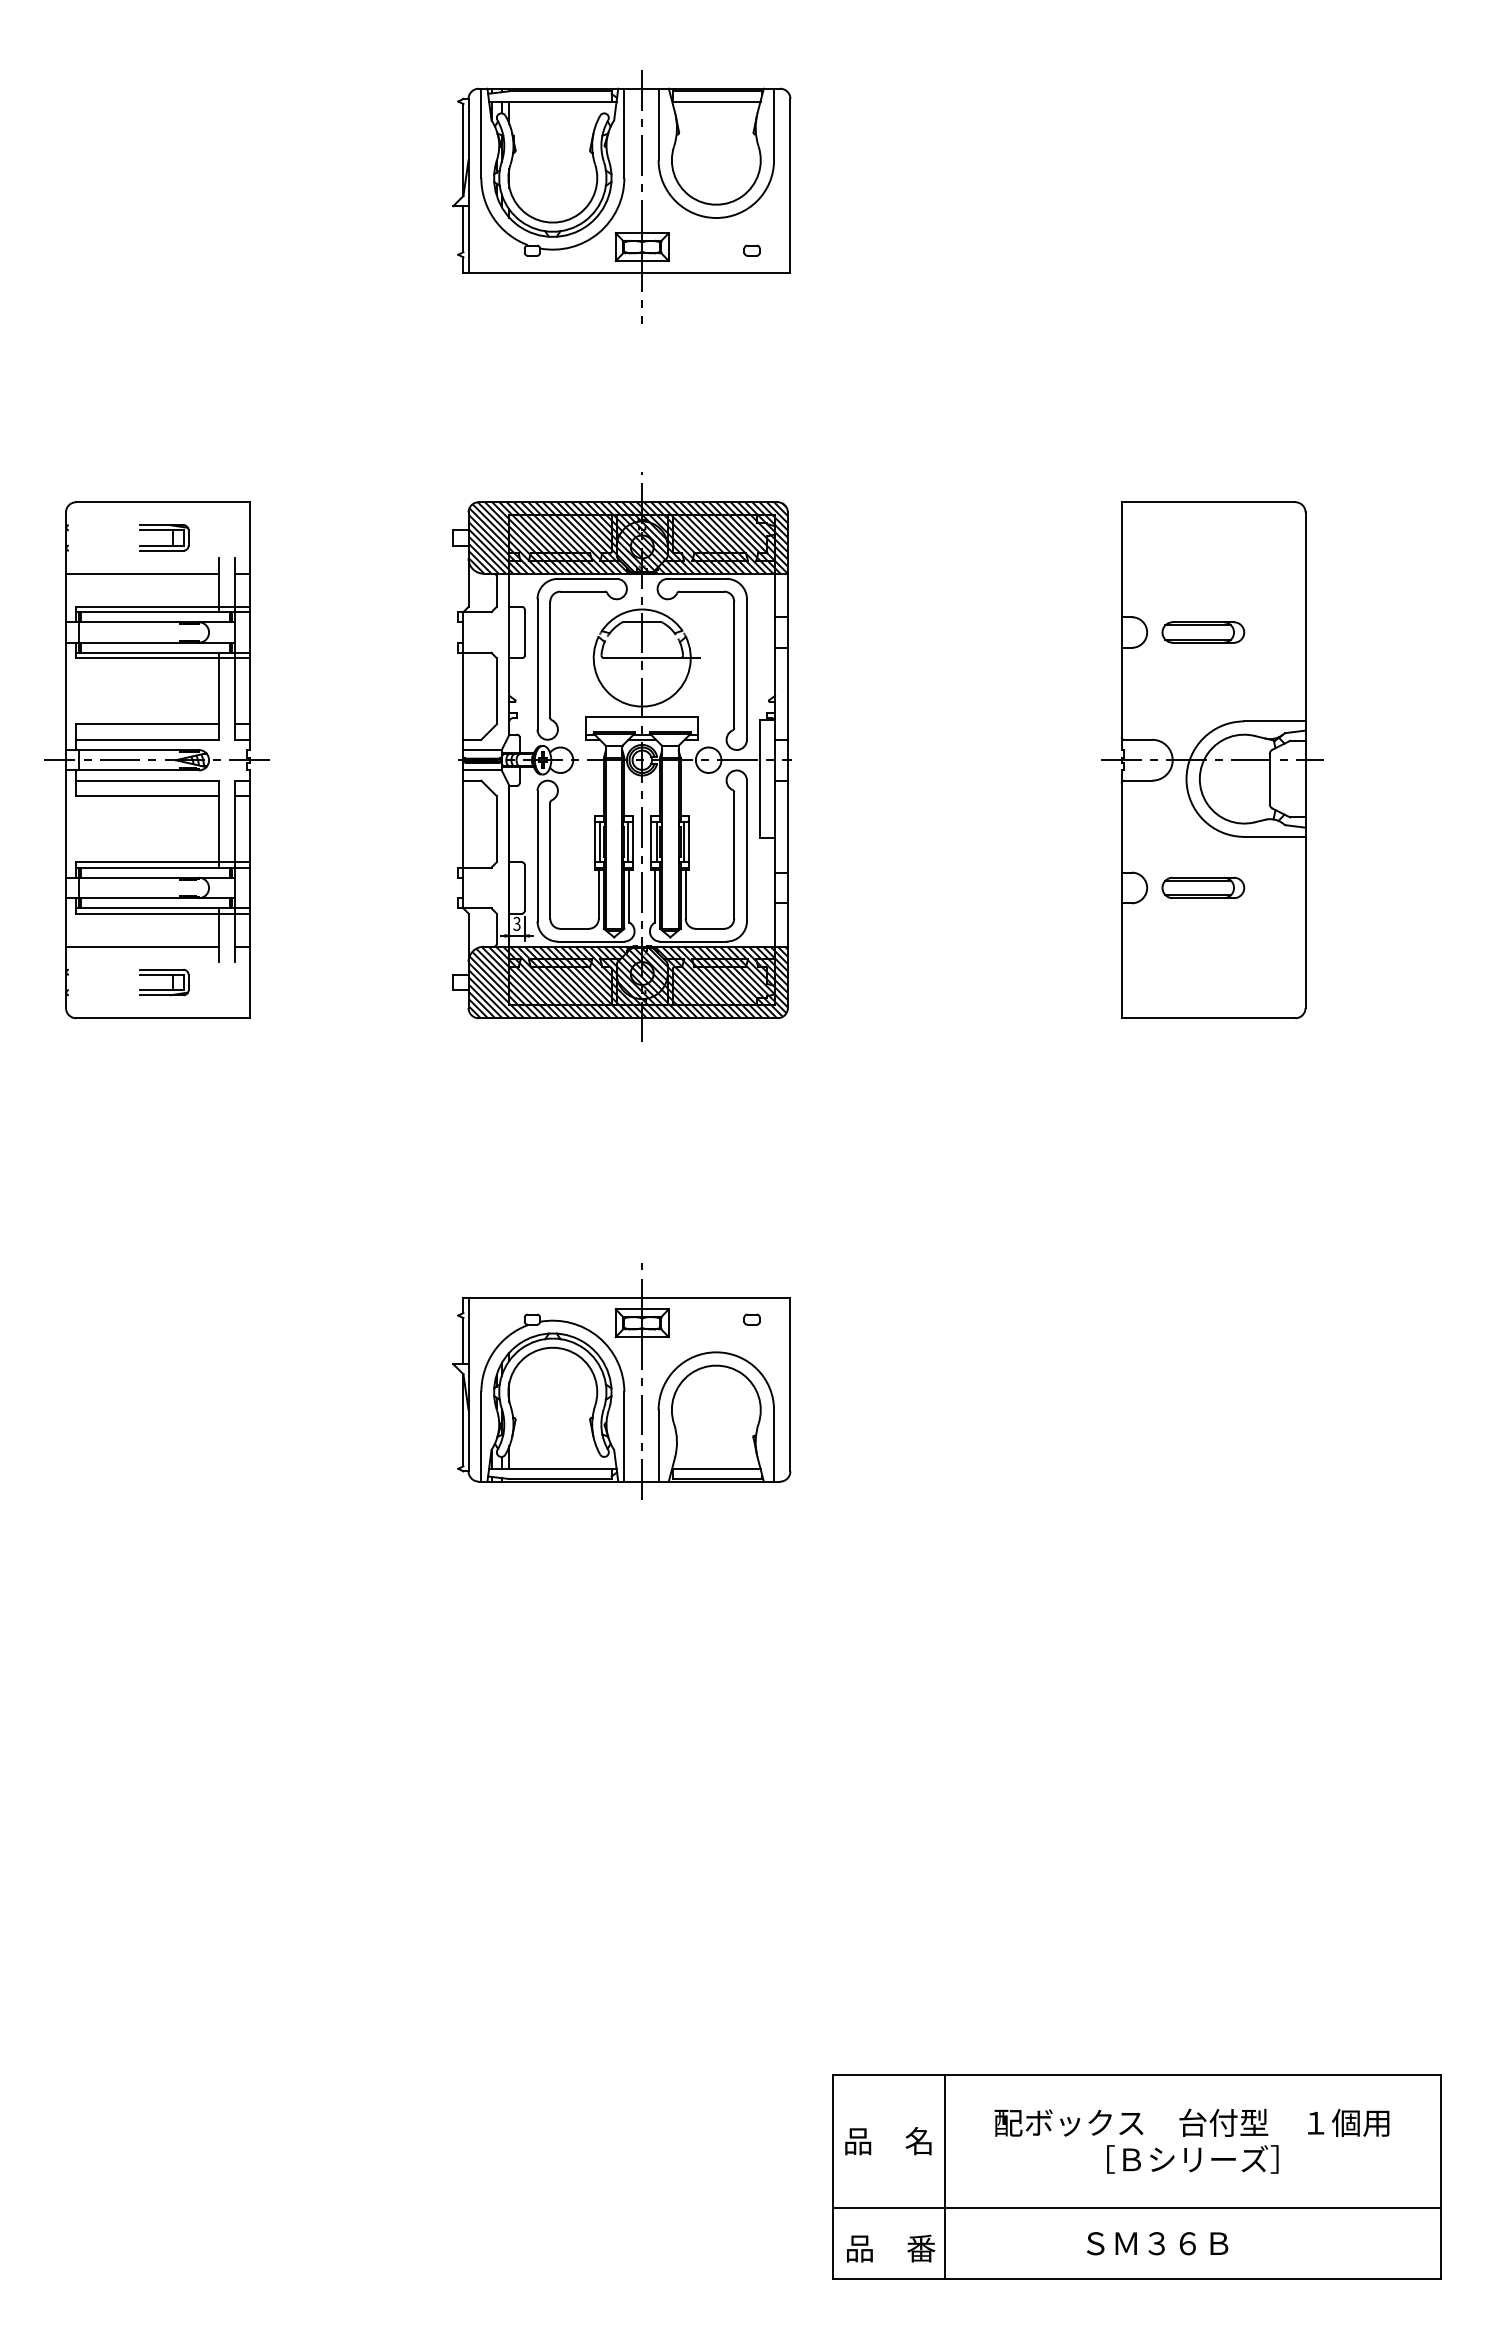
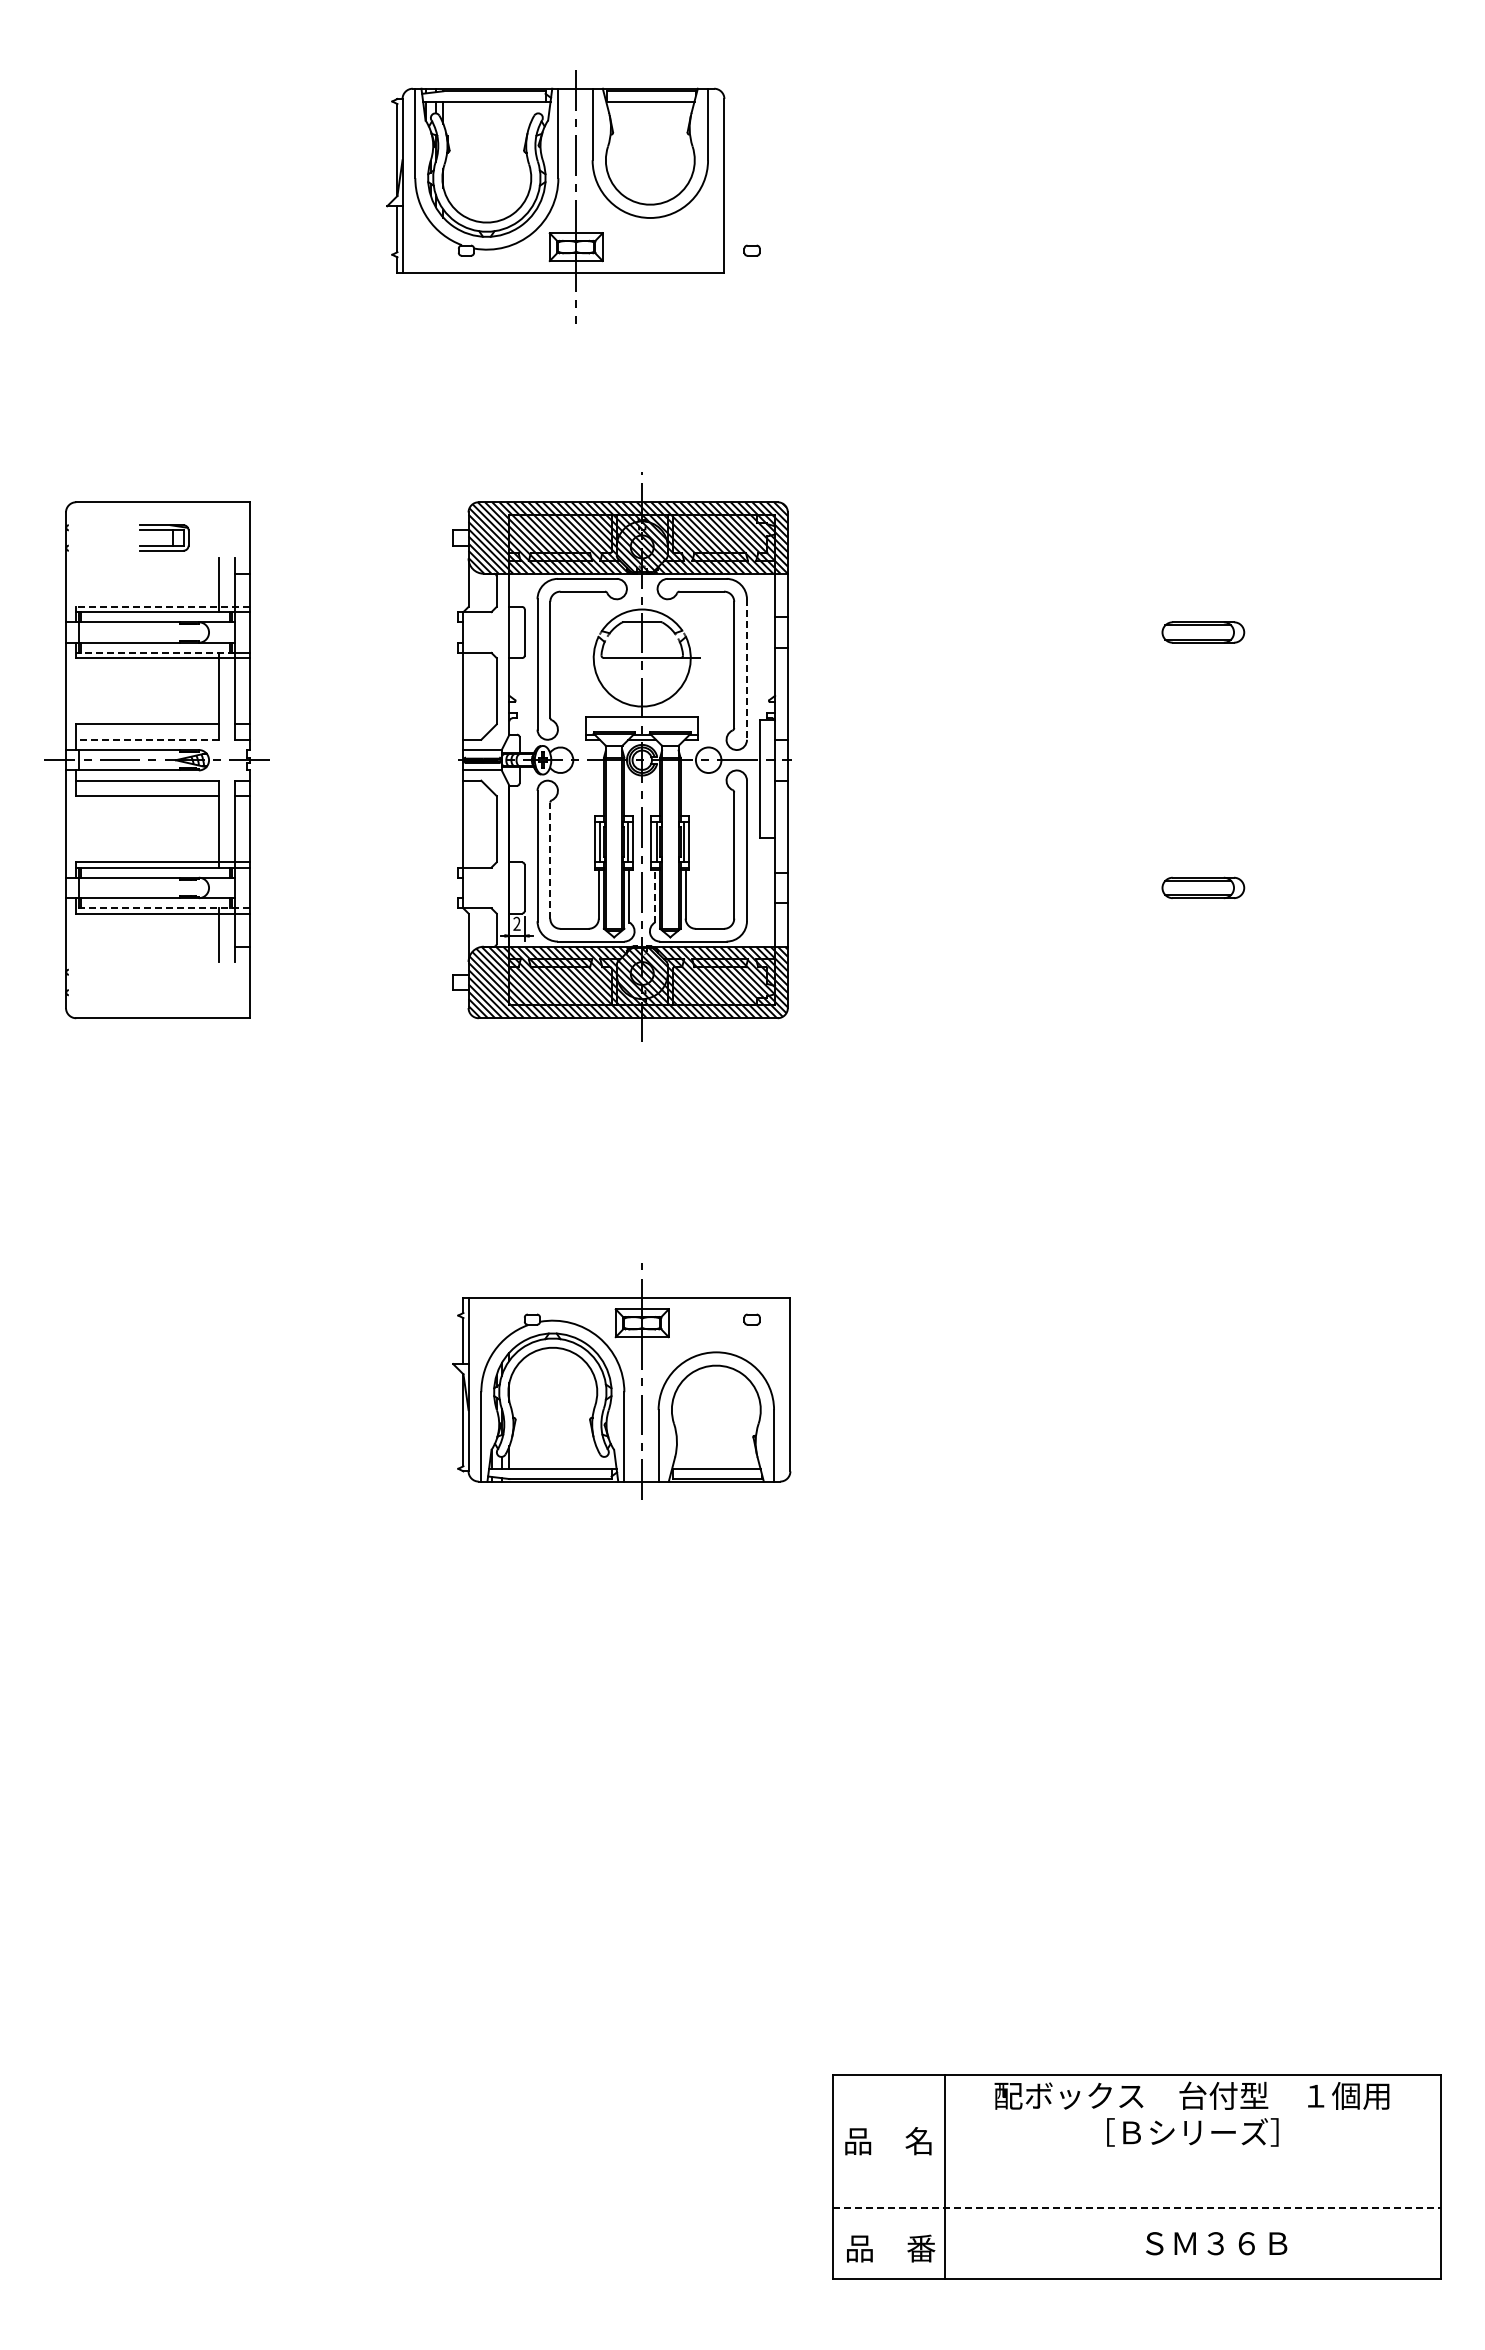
part at (621, 196) position: (621, 196) -> (555, 196)
line at (142, 573): present -> none
line at (163, 606): solid -> dashed
line at (154, 652): solid -> dashed
line at (747, 670): solid -> dashed
line at (147, 739): solid -> dashed
part at (1212, 760): present -> none
line at (550, 860): solid -> dashed
line at (655, 895): solid -> dashed
line at (163, 908): solid -> dashed
text at (516, 923): 3 -> 2
line at (142, 946): present -> none
part at (164, 975): present -> none
text at (1191, 2140) position: (1191, 2140) -> (1191, 2113)
line at (1136, 2207): solid -> dashed
text at (1157, 2243) position: (1157, 2243) -> (1216, 2243)
